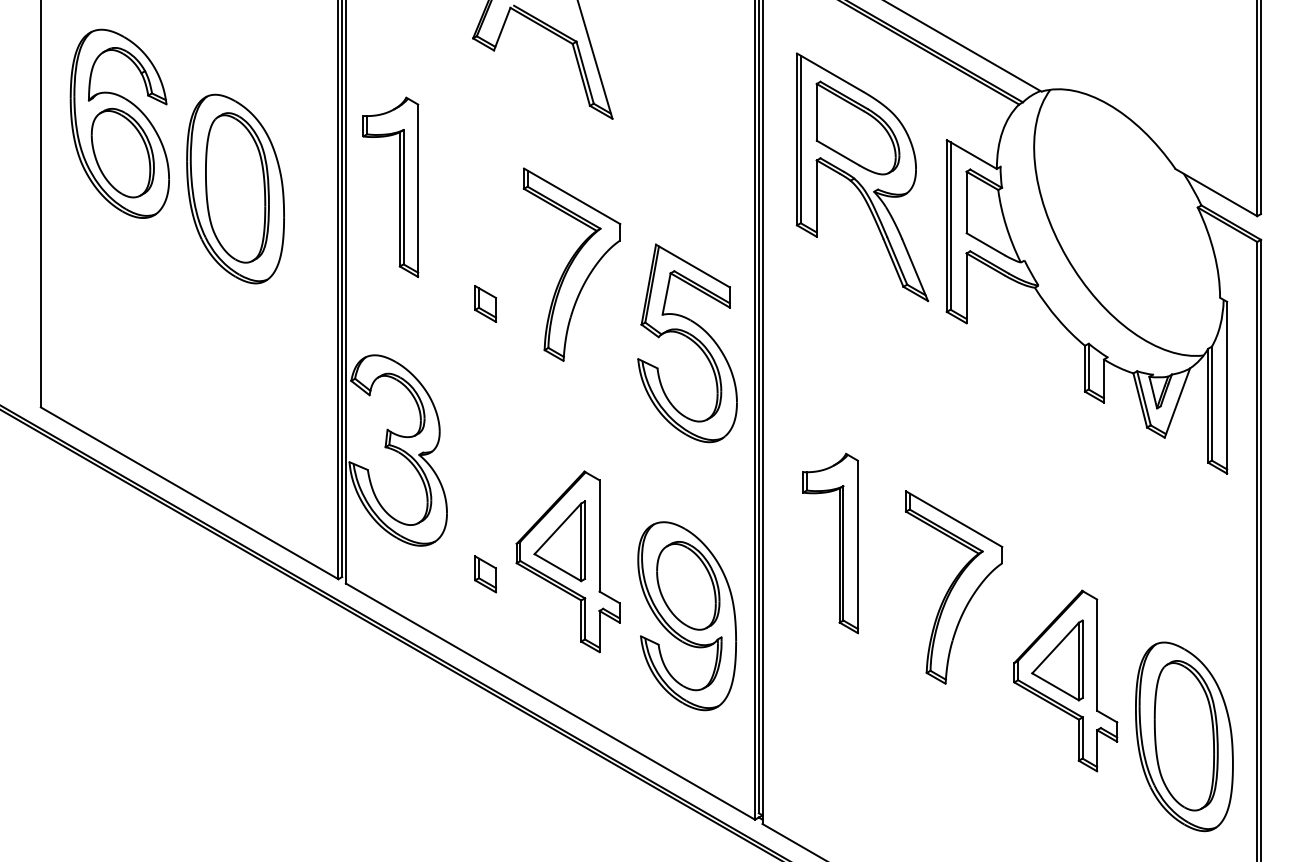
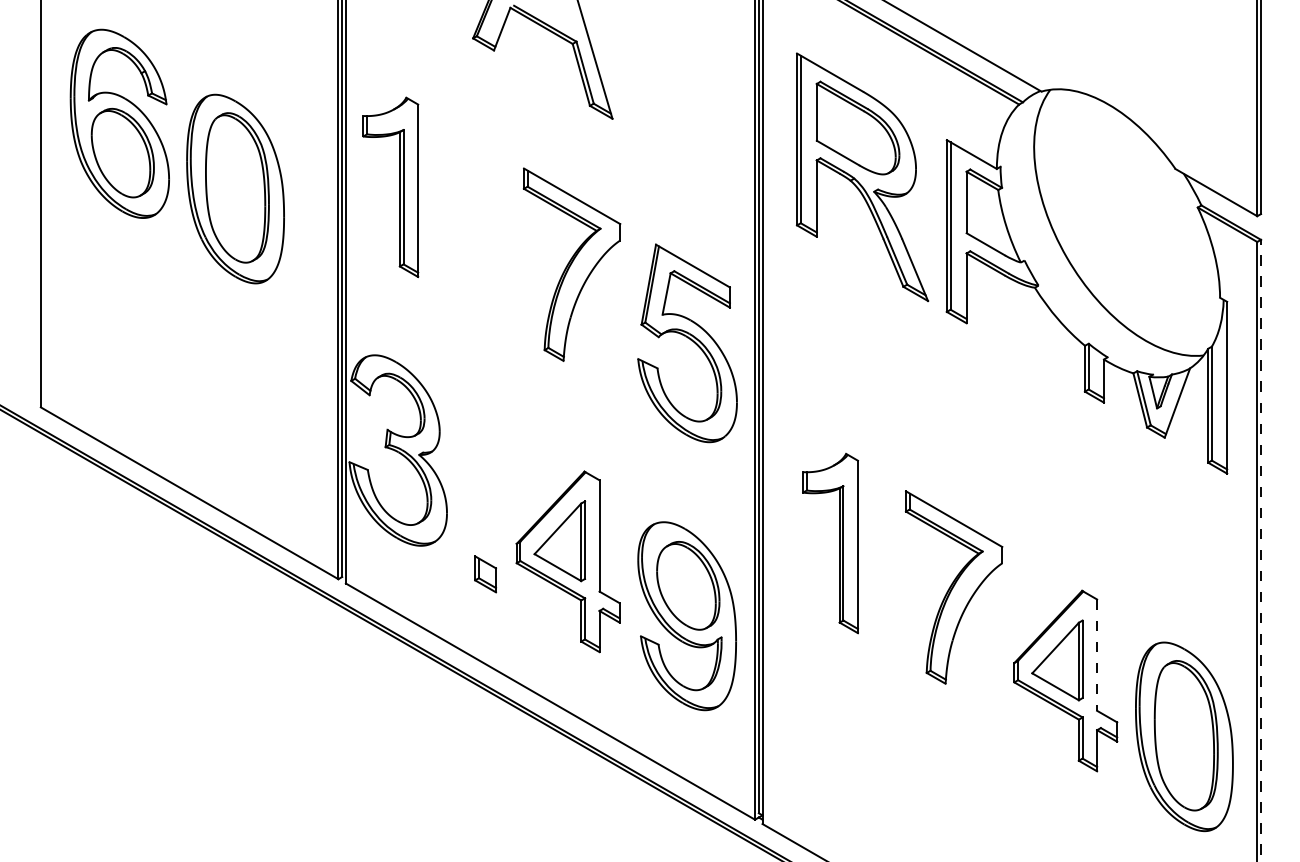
part at (485, 303): present -> none
line at (1261, 550): solid -> dashed
line at (1097, 655): solid -> dashed
